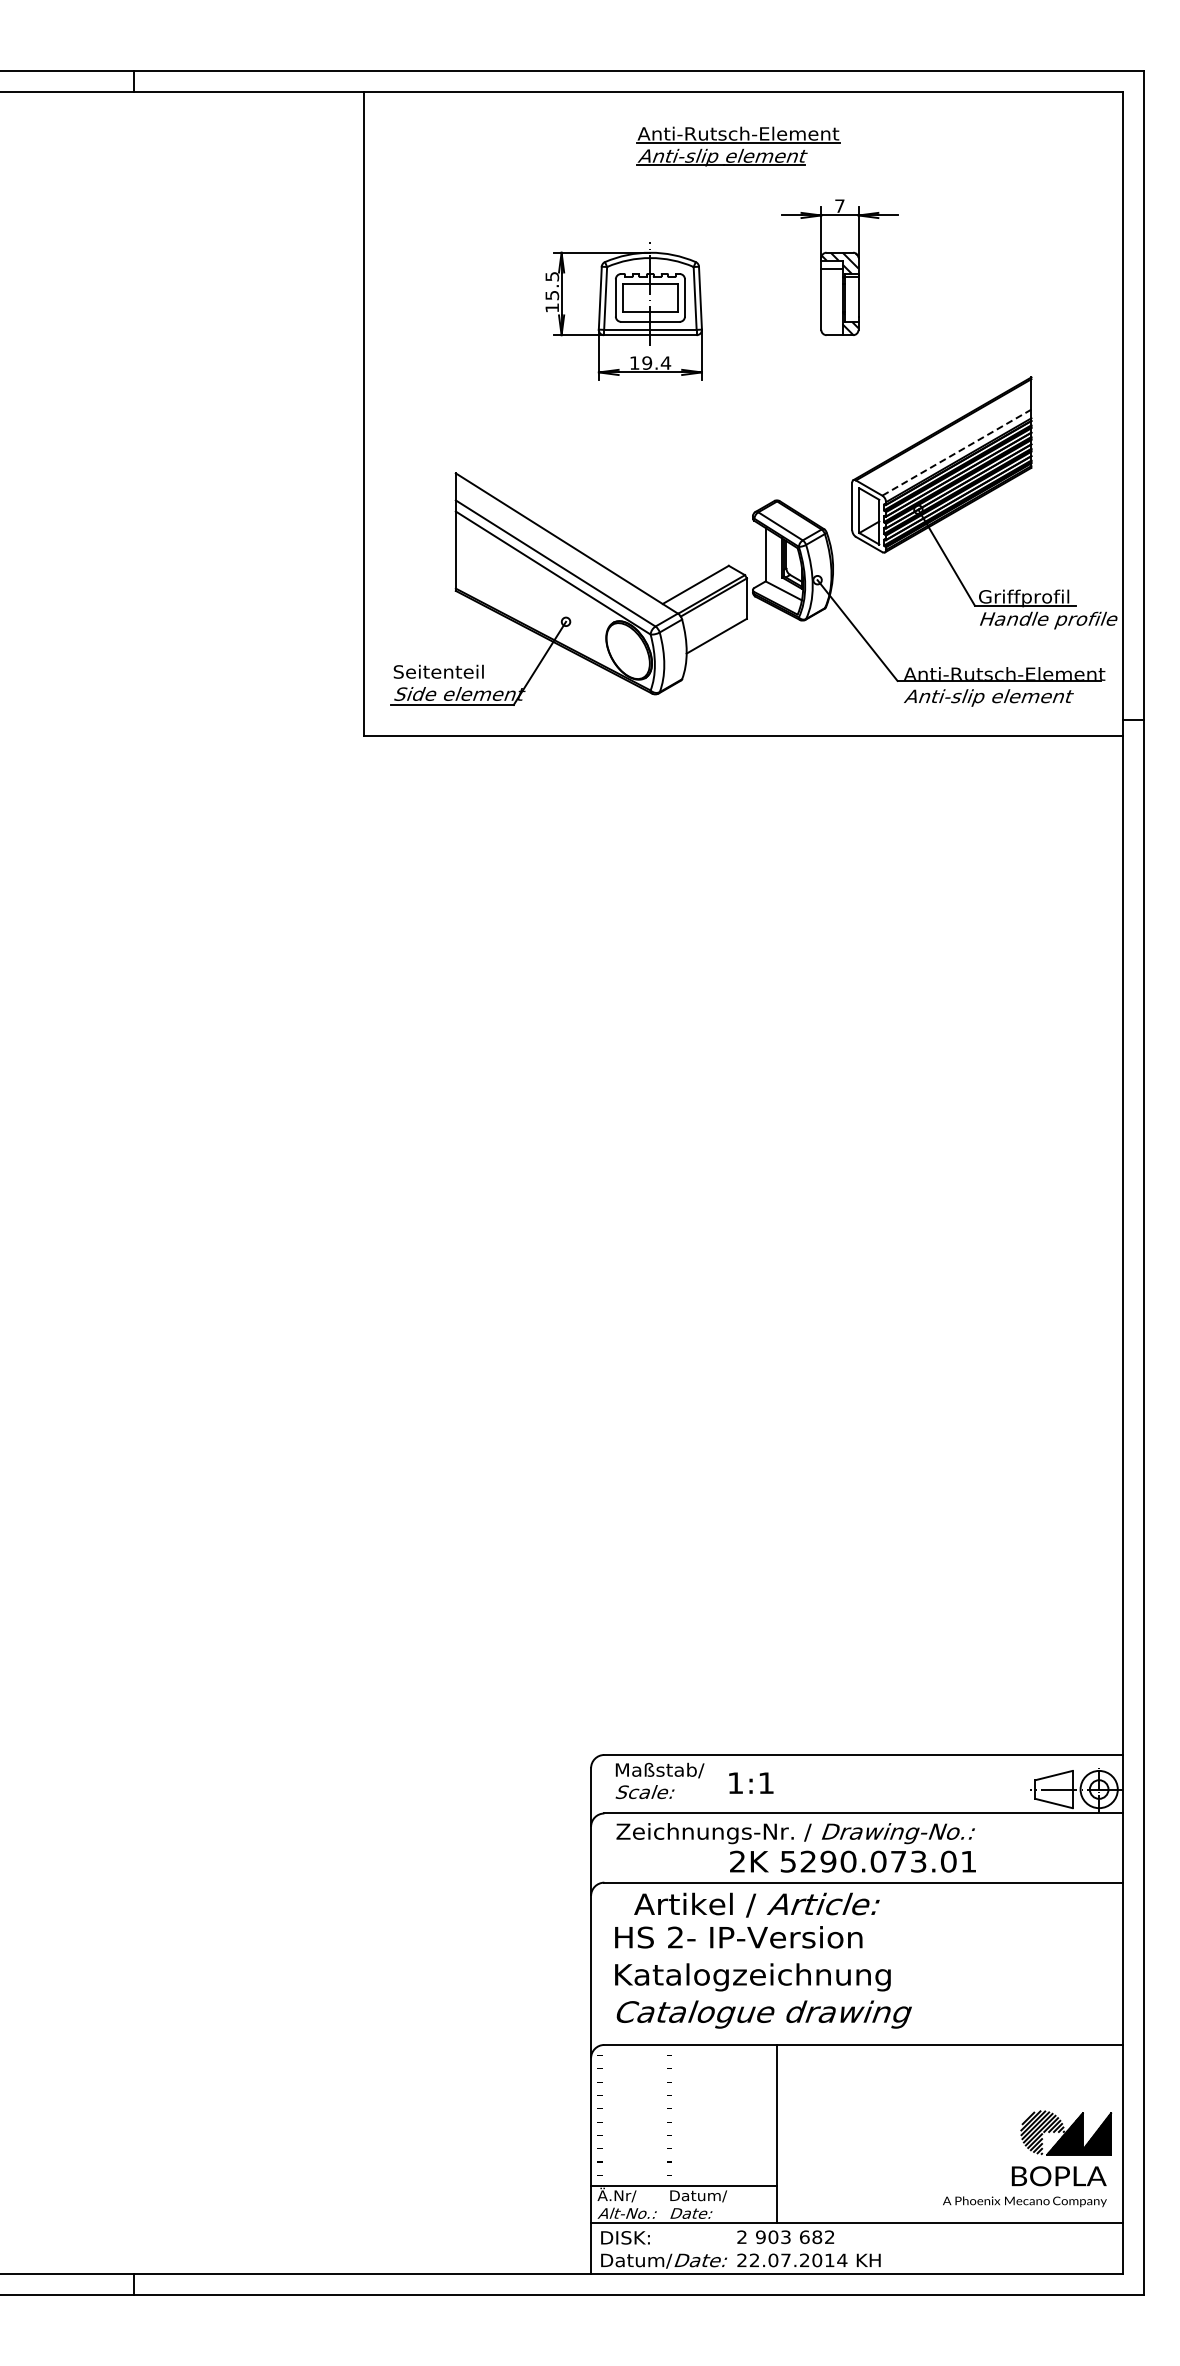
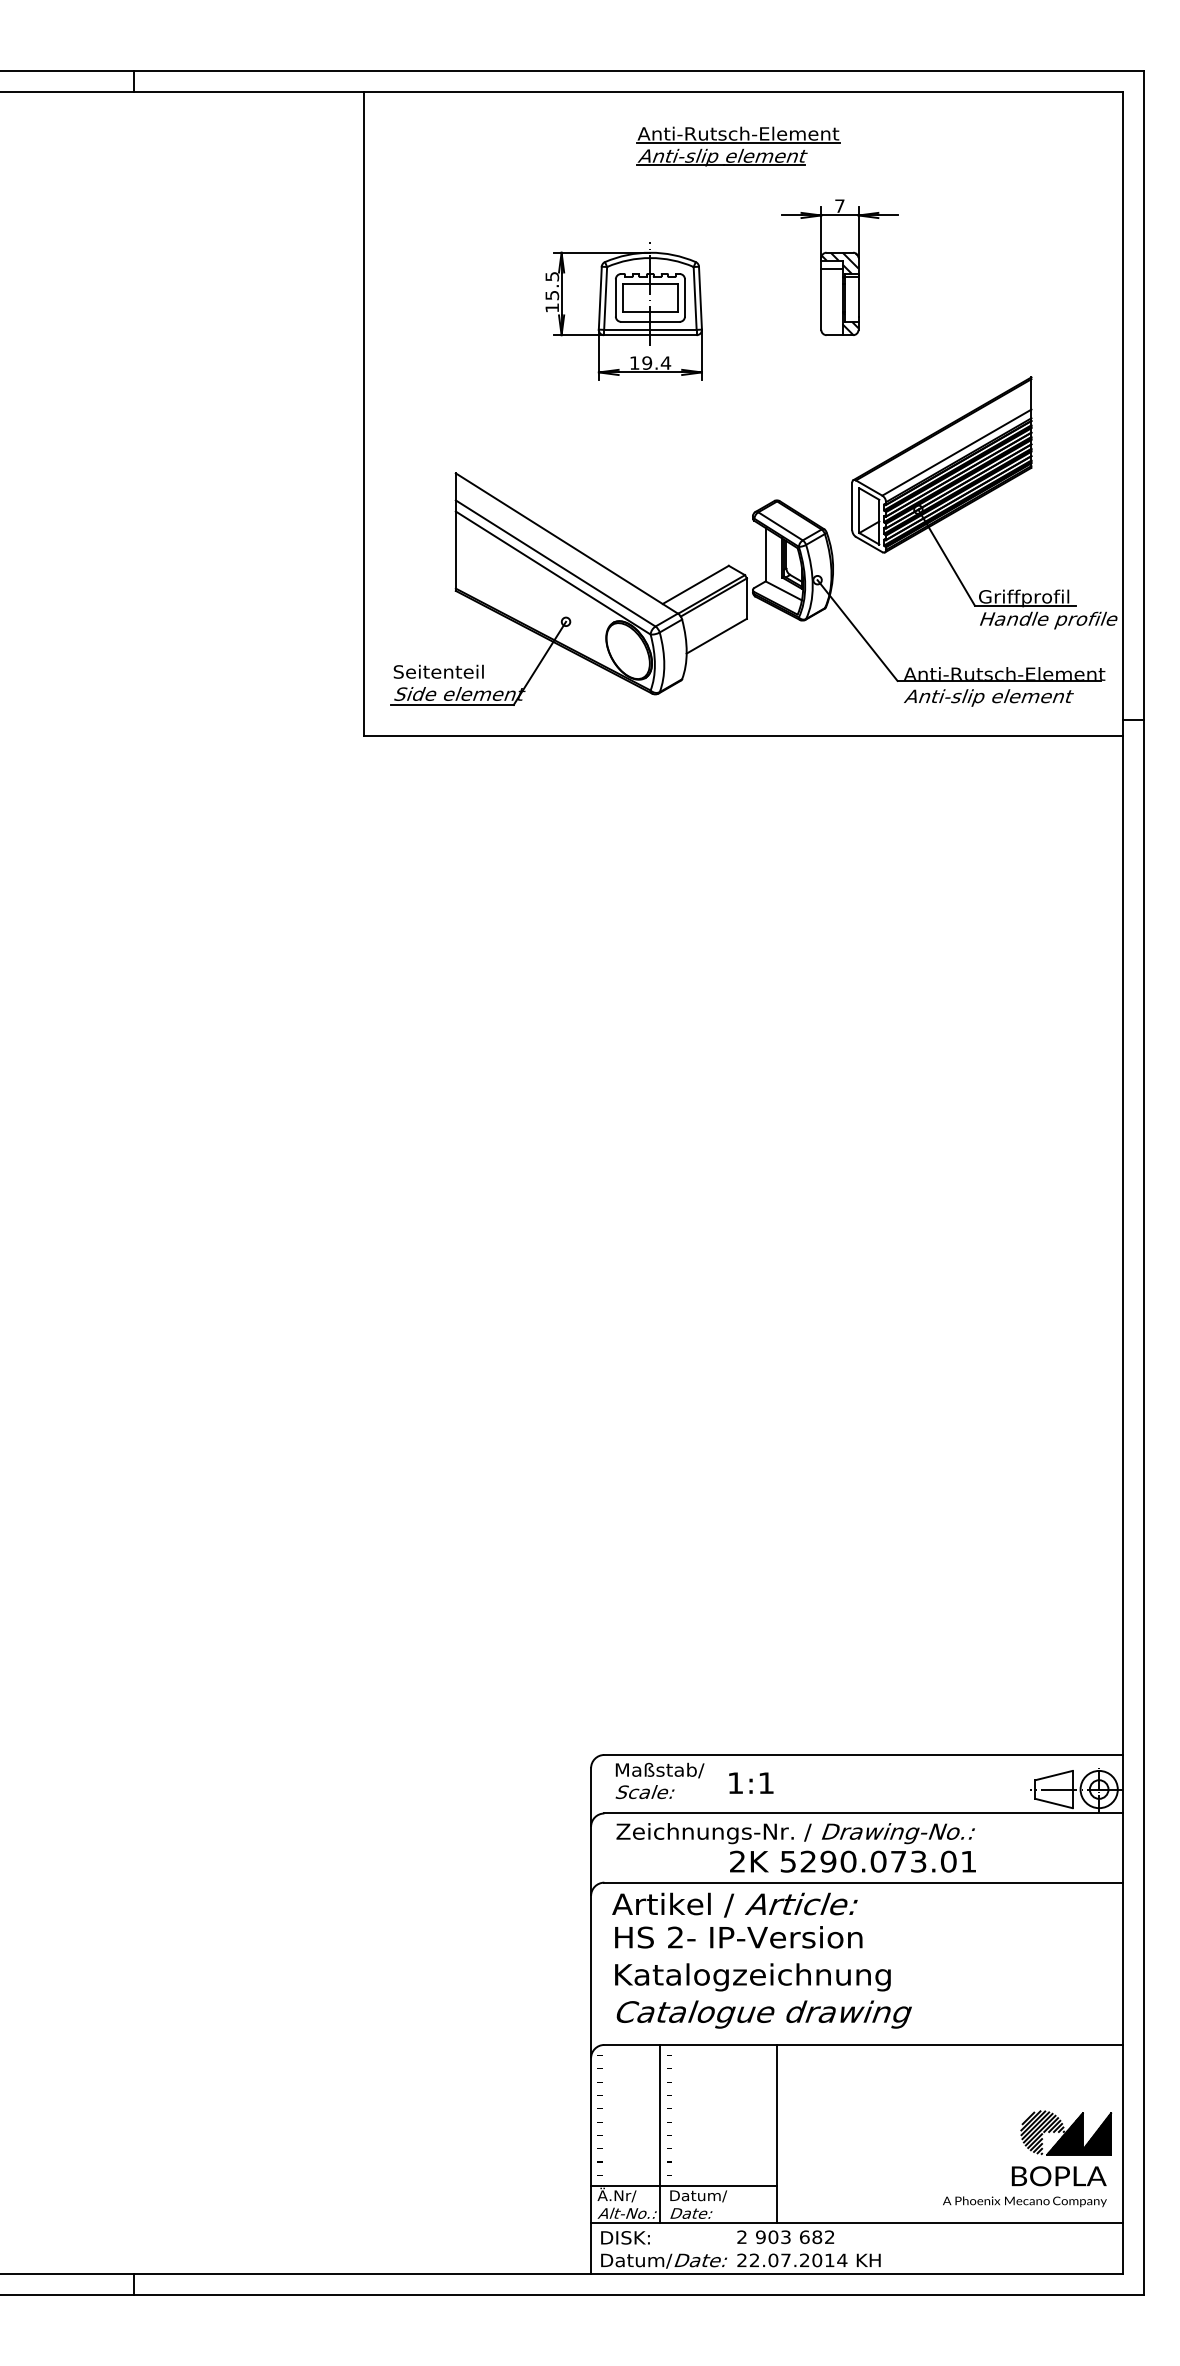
line at (956, 452): dashed -> solid
text at (756, 1904) position: (756, 1904) -> (734, 1904)
line at (660, 2133): none -> present
